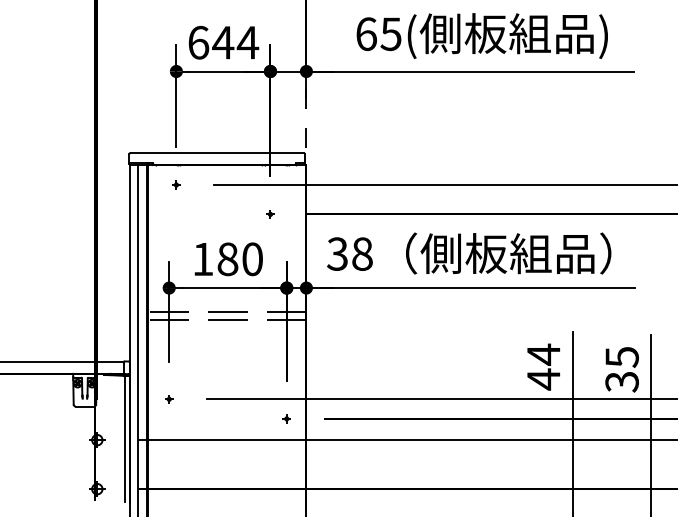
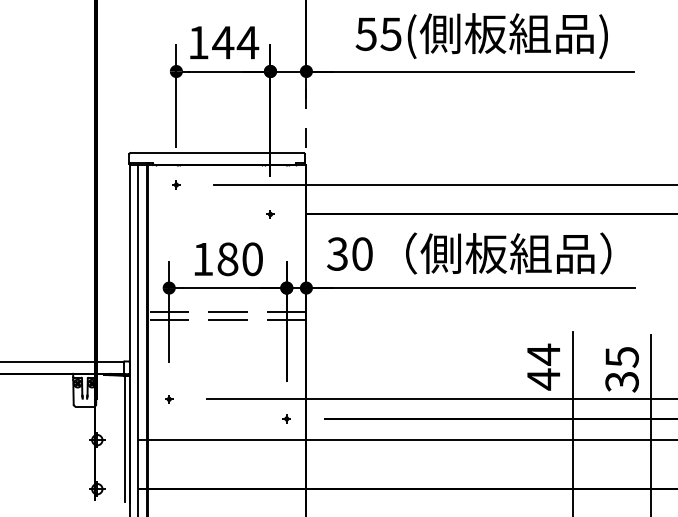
text at (365, 34): 65( -> 55(
text at (198, 42): 644 -> 144
text at (362, 253): 38 -> 30
